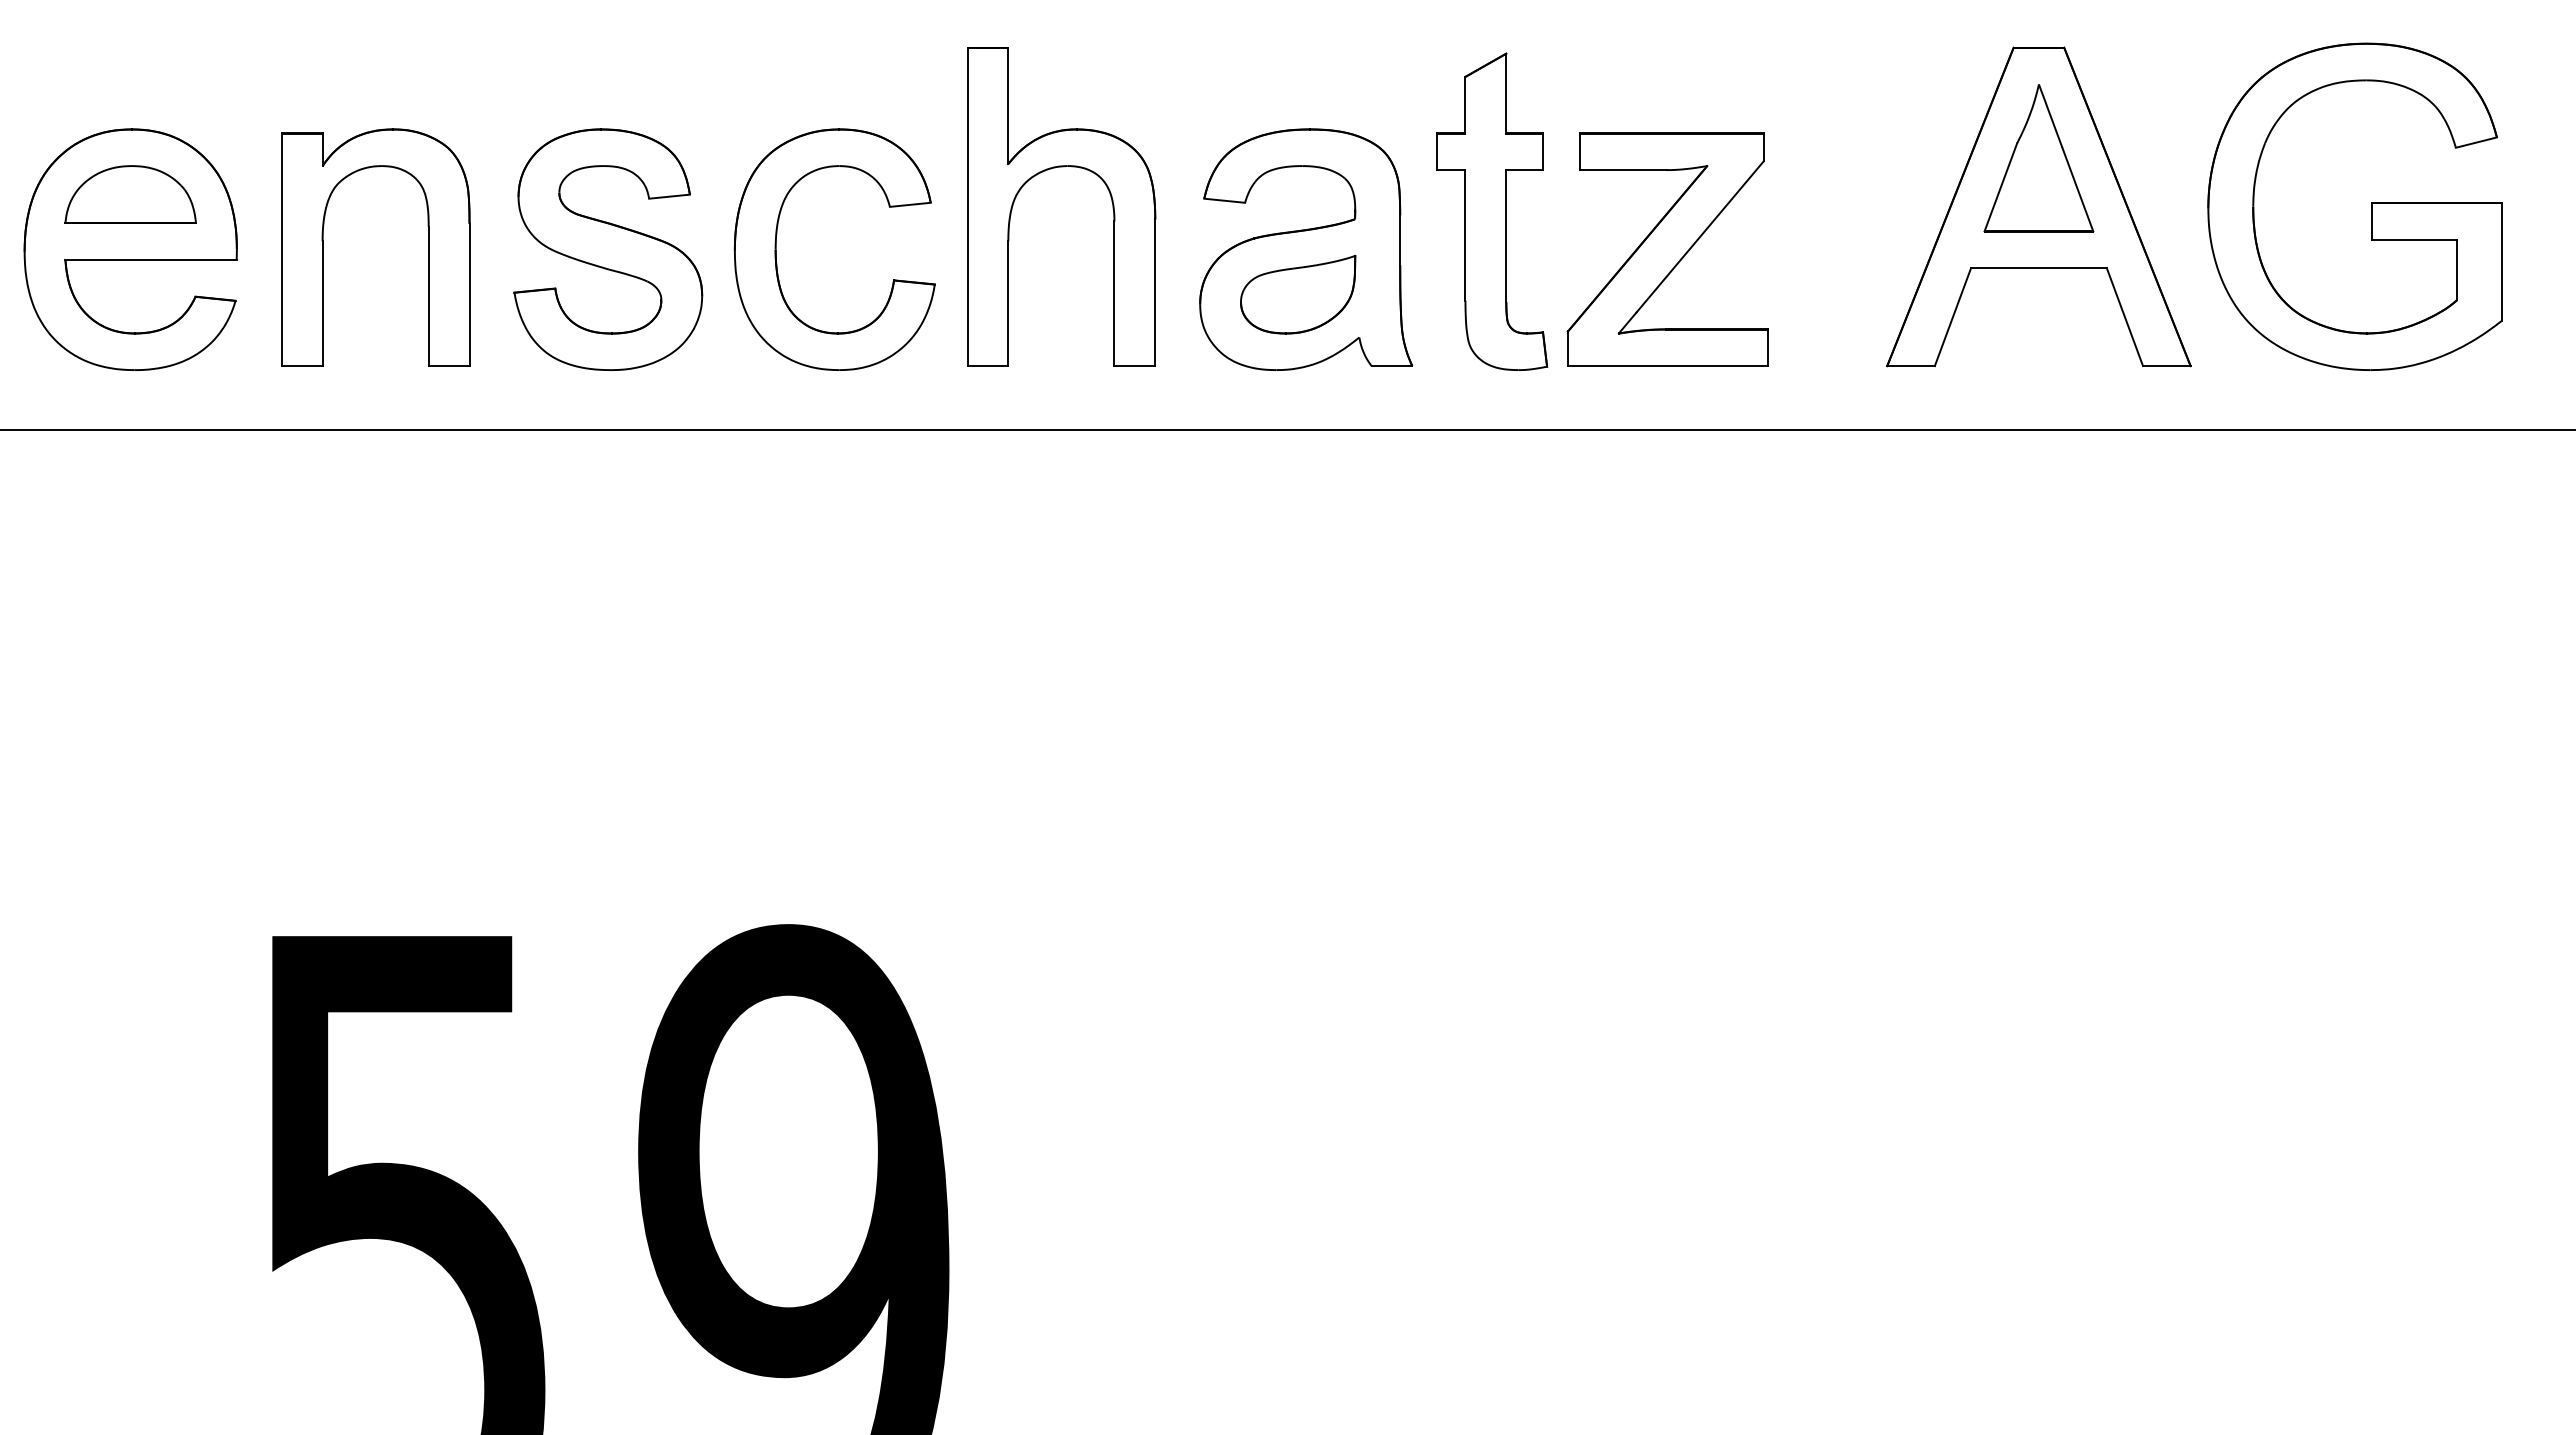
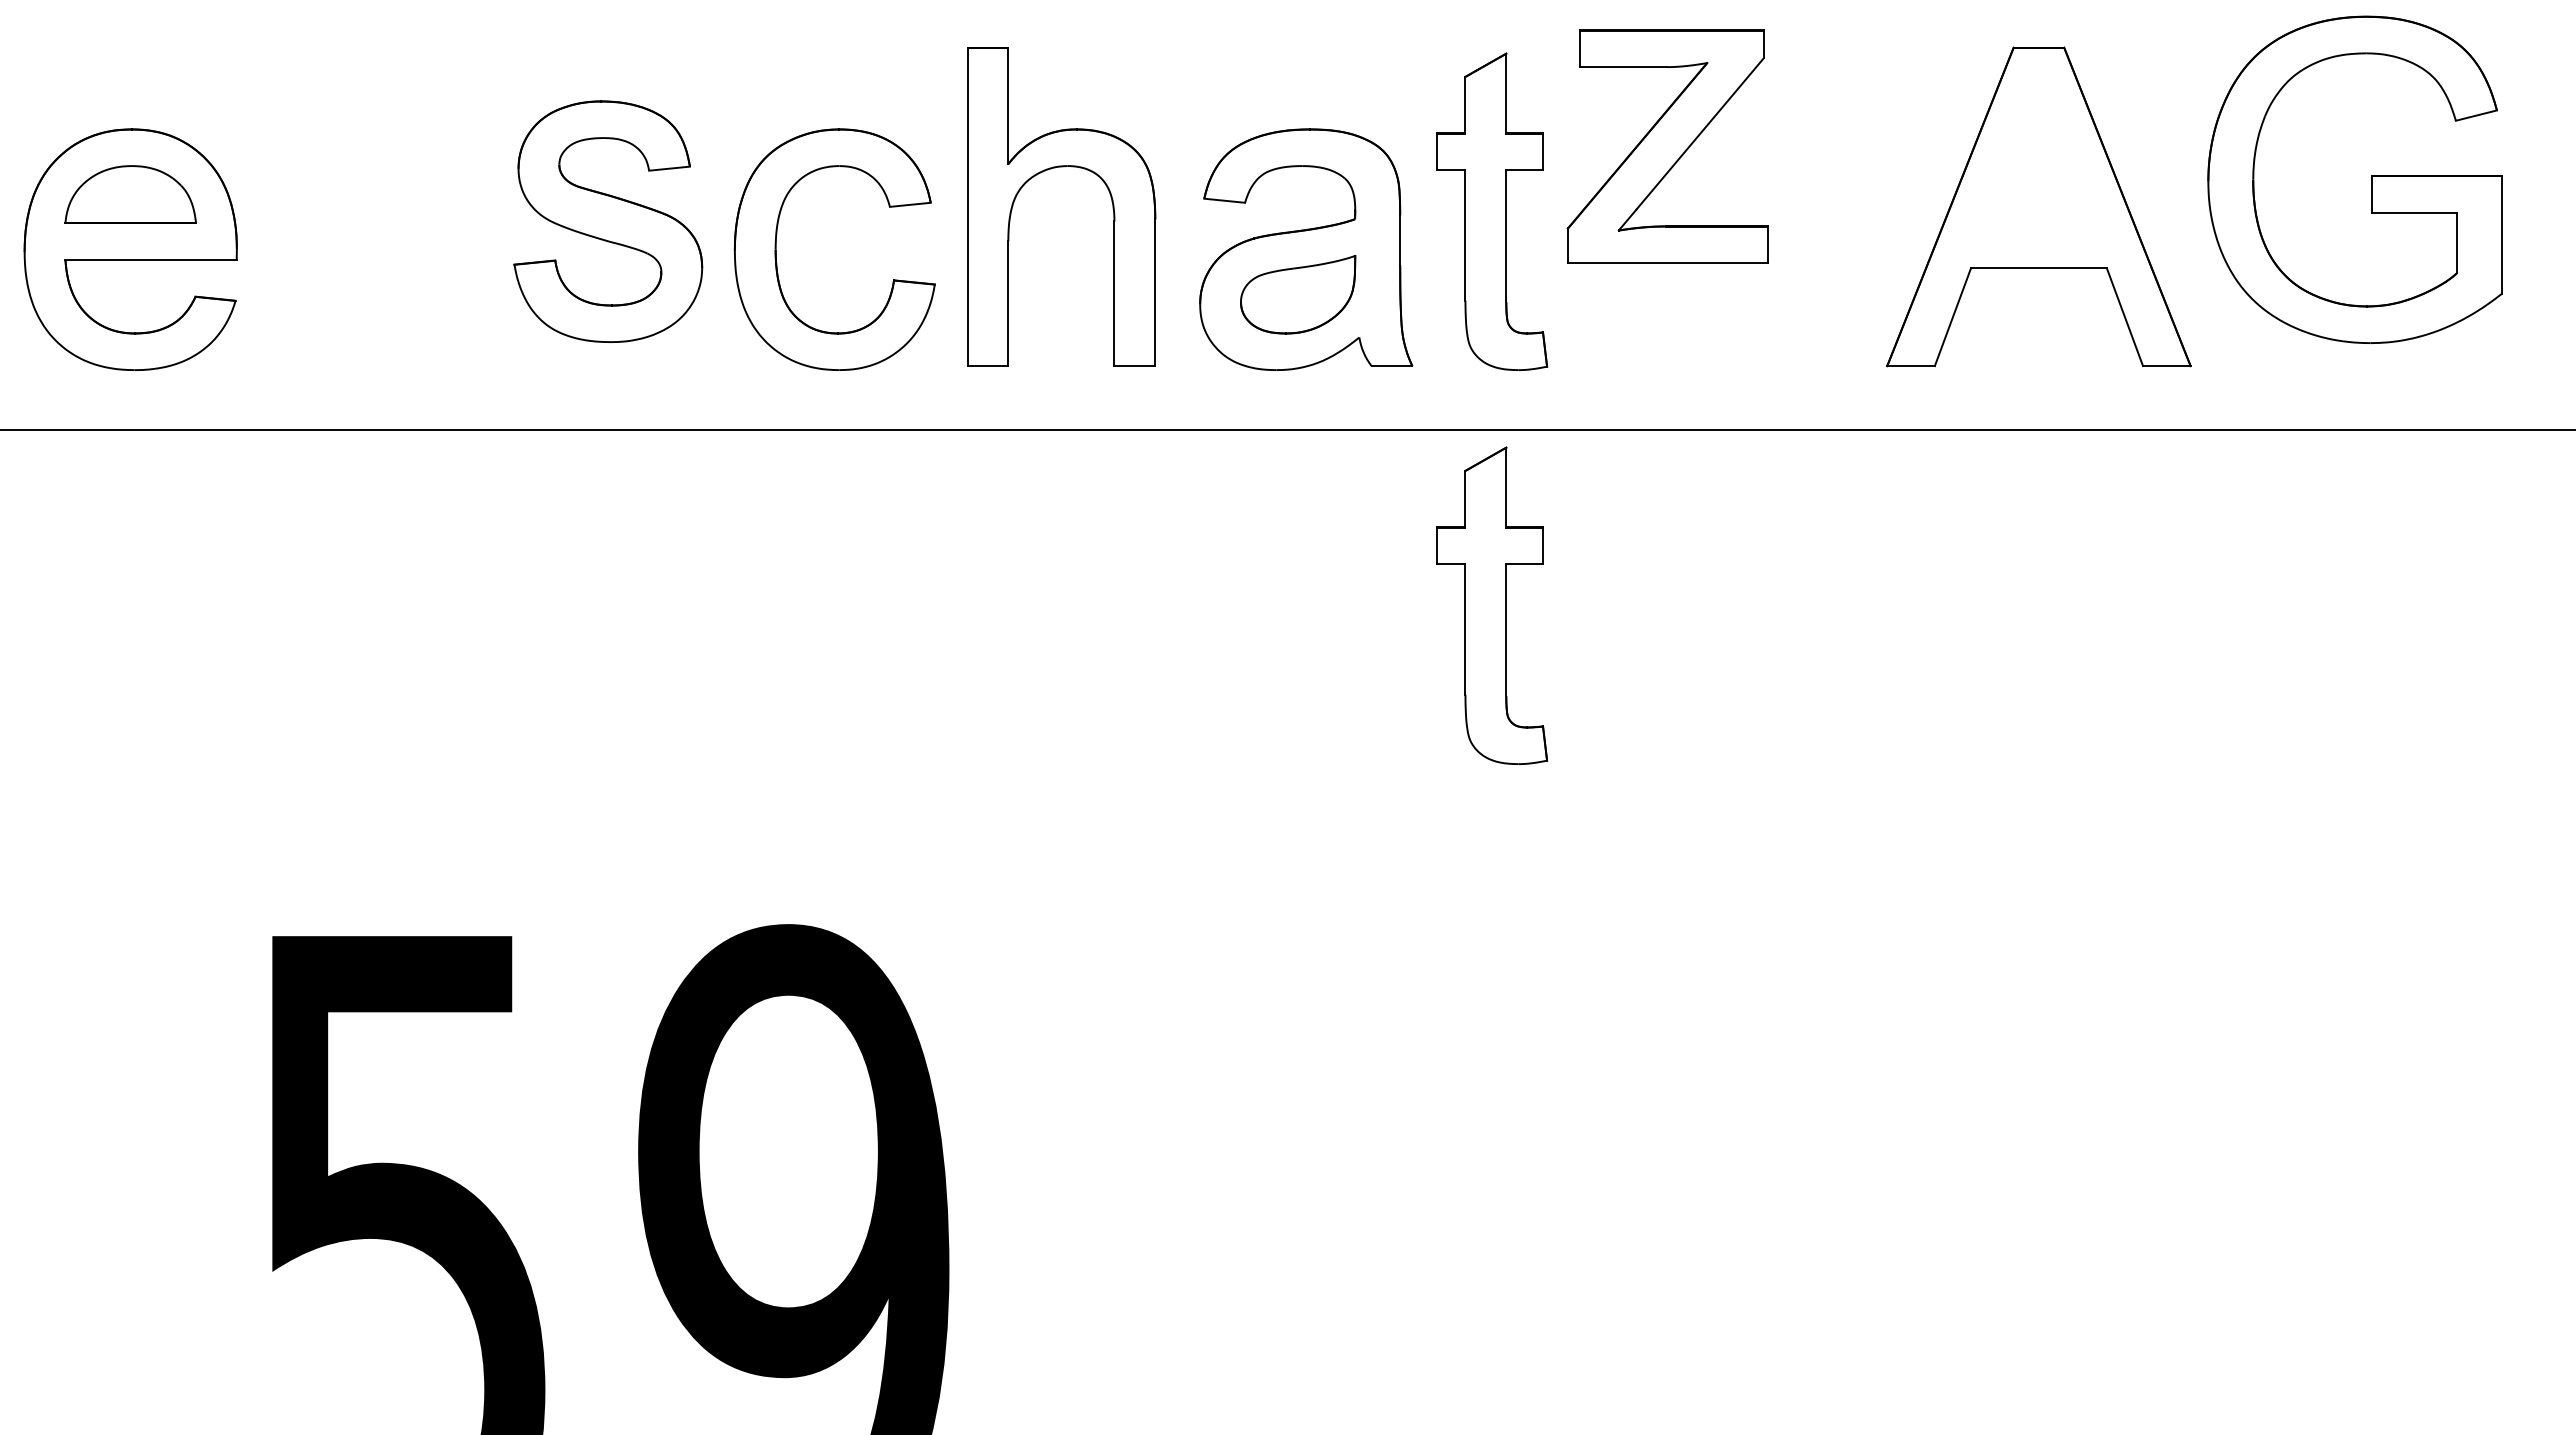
part at (2038, 158): present -> none
part at (2371, 206) position: (2371, 206) -> (2371, 179)
part at (323, 247): present -> none
part at (608, 249) position: (608, 249) -> (608, 221)
part at (1667, 249) position: (1667, 249) -> (1667, 146)
part at (1492, 605): none -> present
